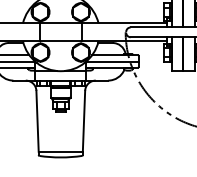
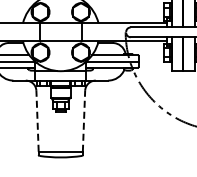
line at (37, 120): solid -> dashed
line at (84, 120): solid -> dashed
